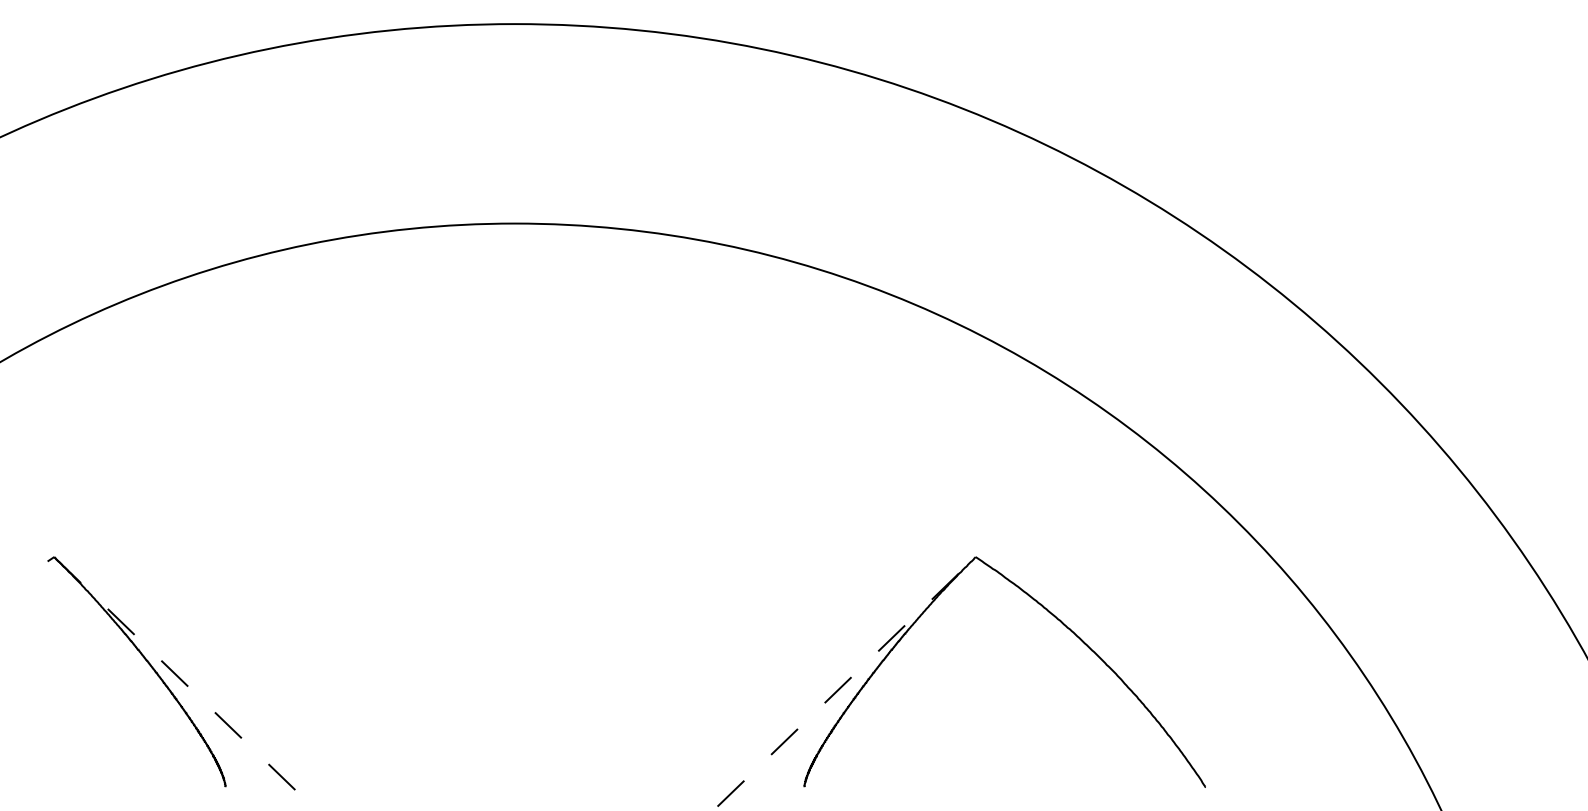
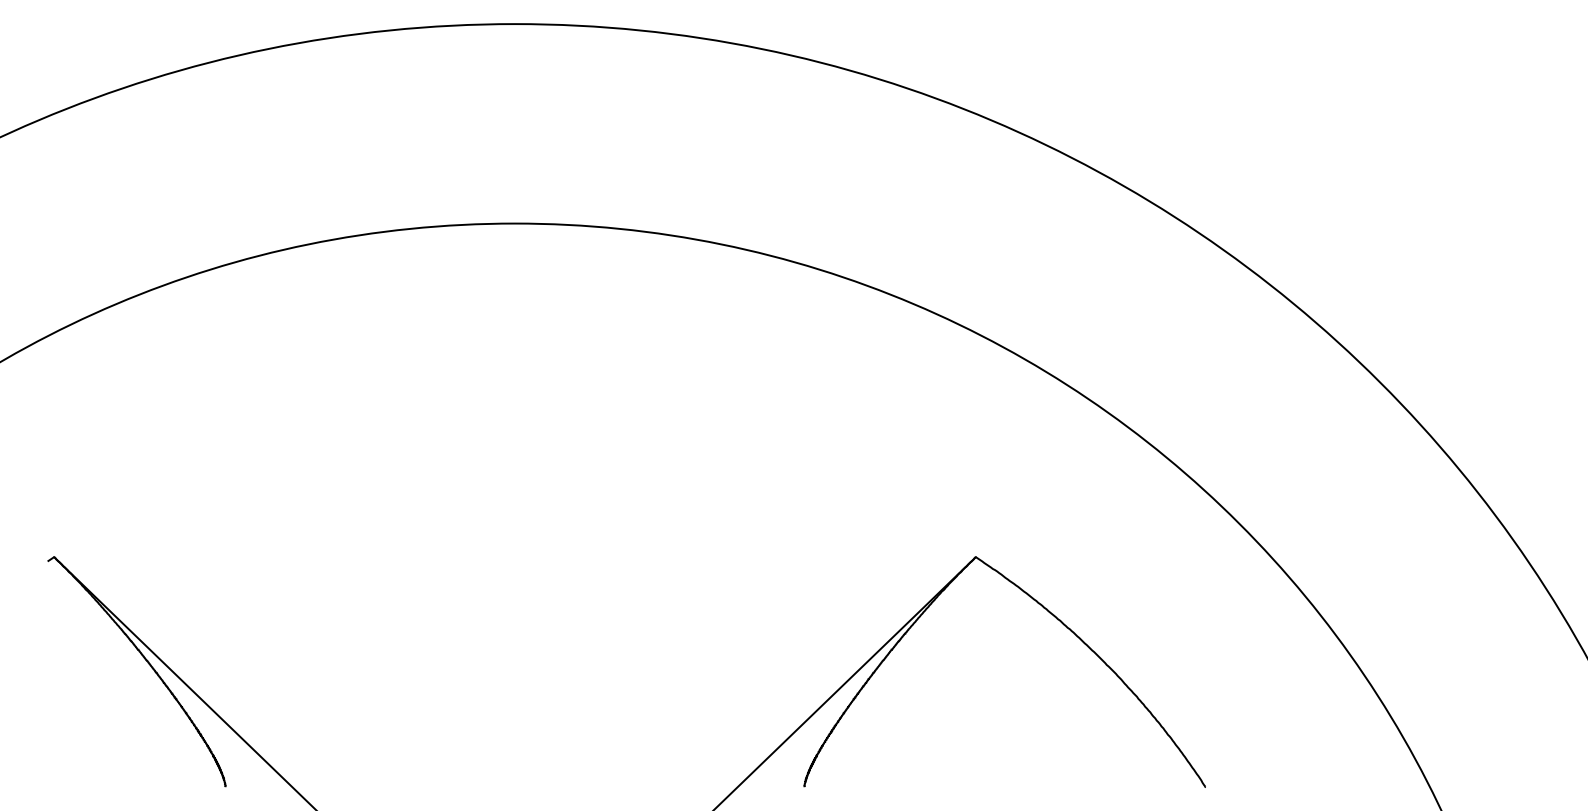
line at (845, 683): dashed -> solid
line at (185, 684): dashed -> solid
